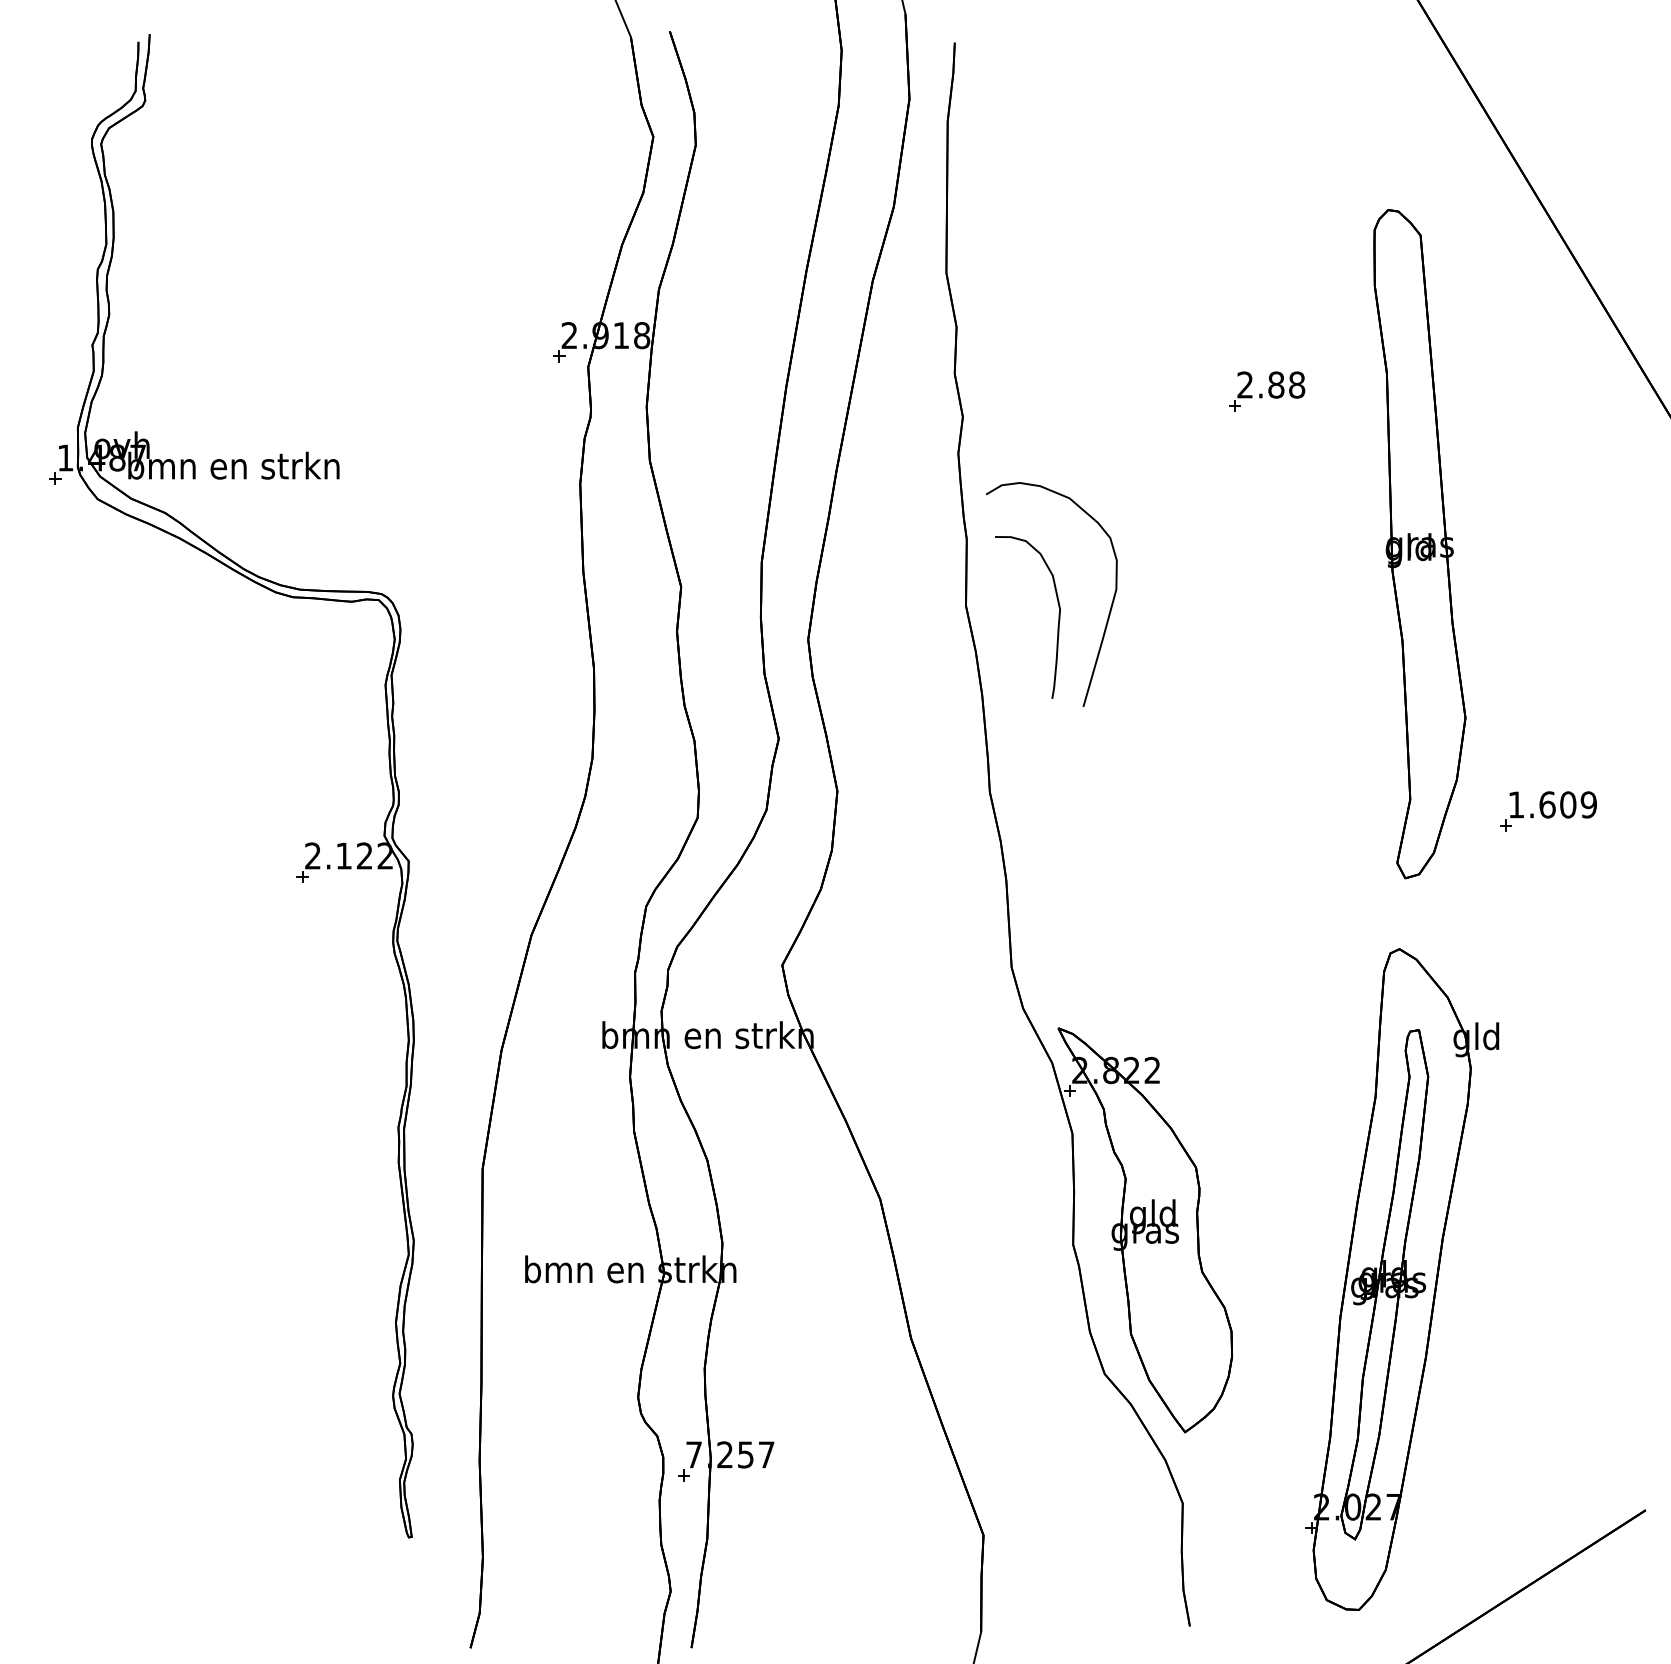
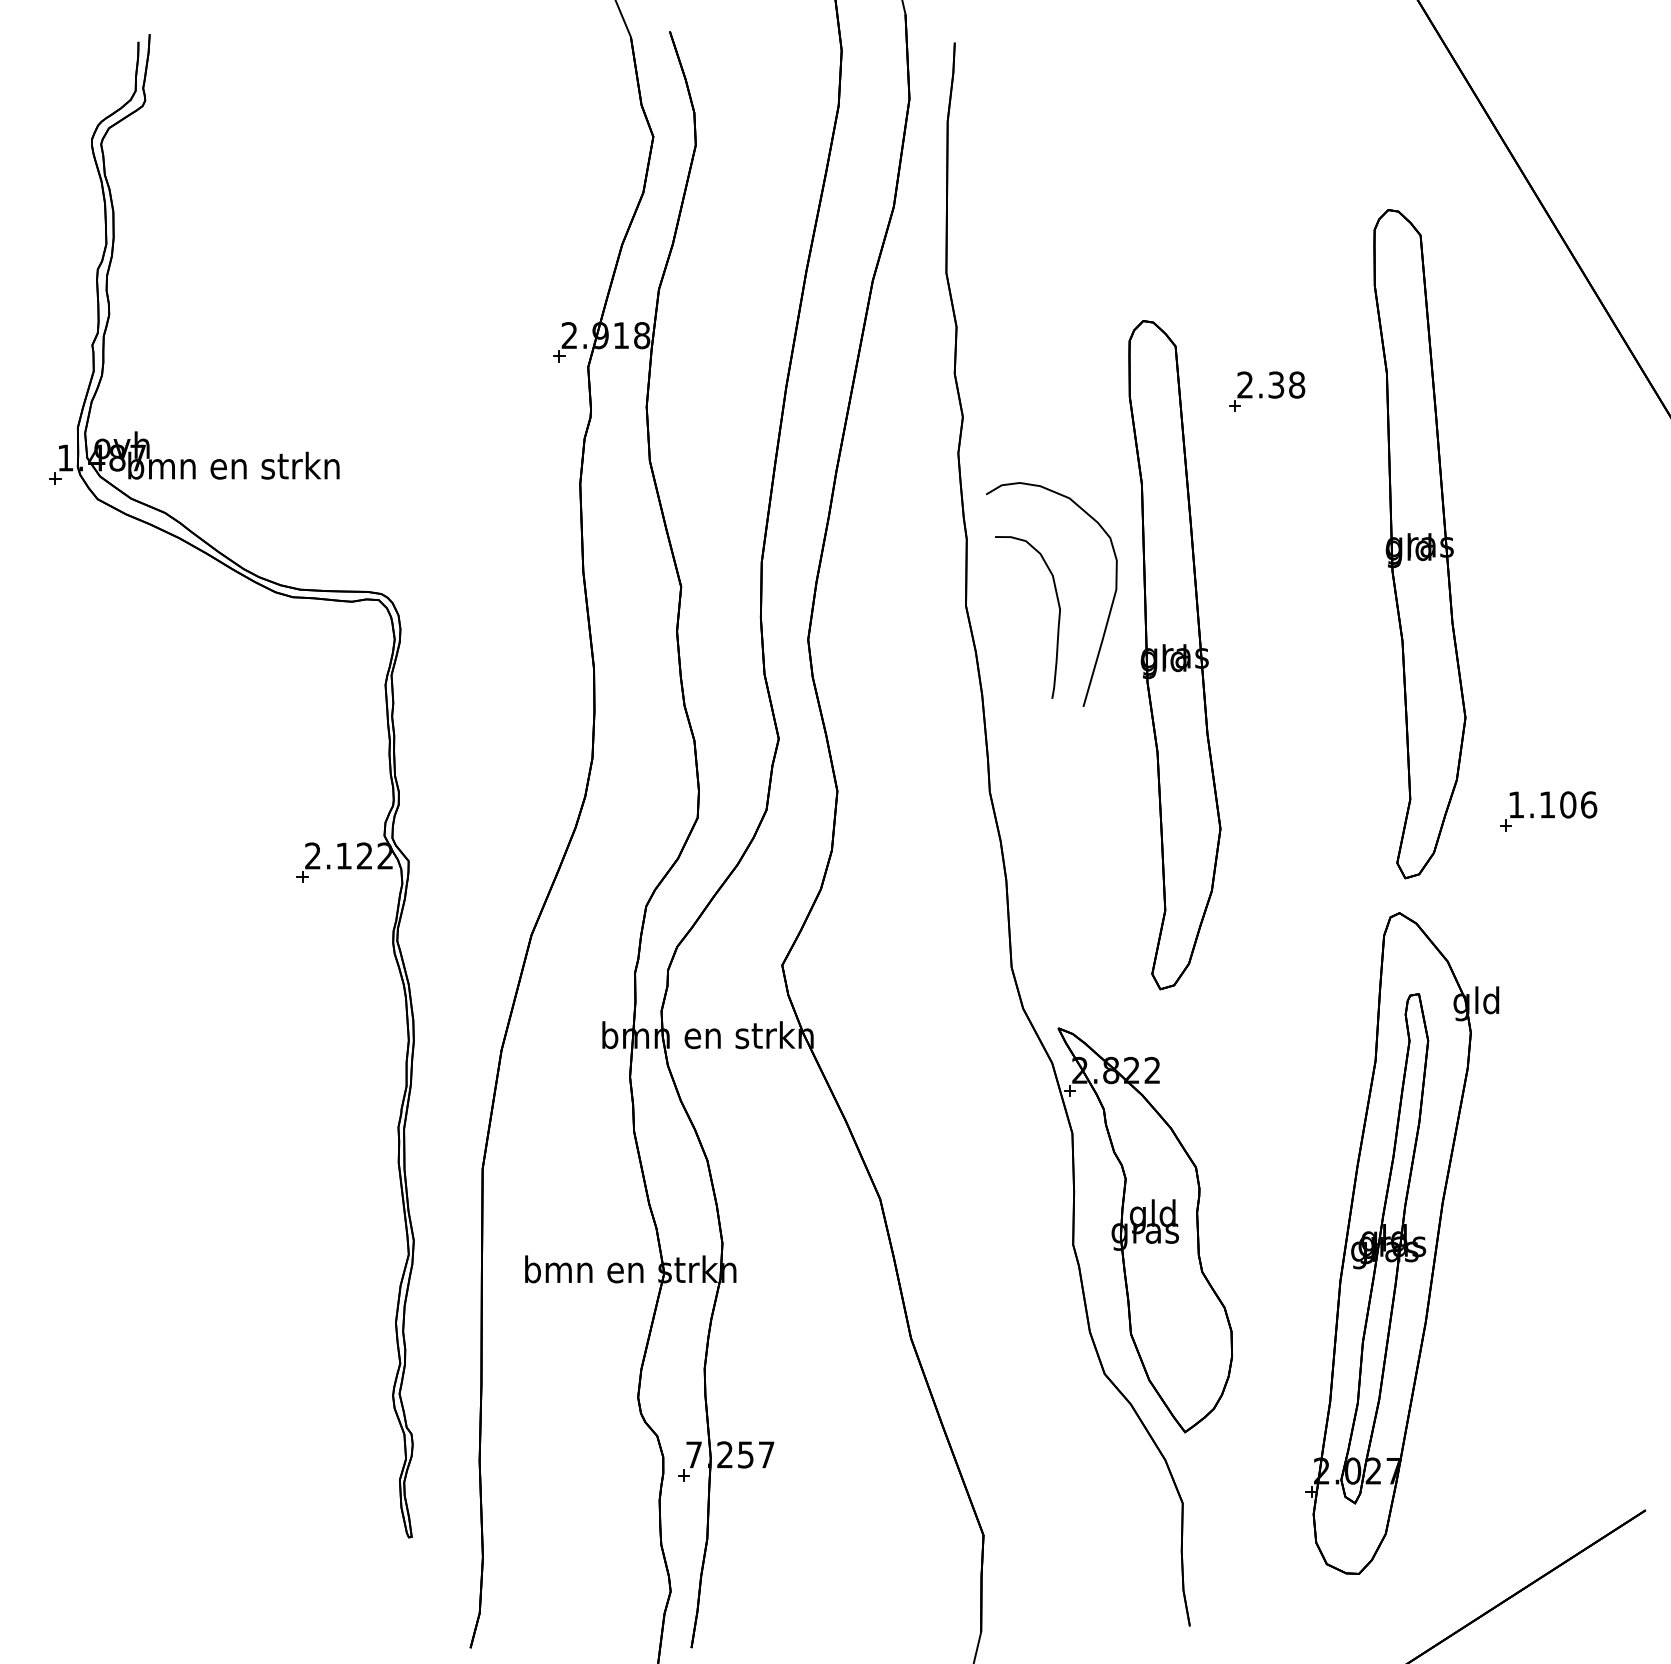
text at (1276, 384): 2.88 -> 2.38
part at (1174, 655): none -> present
text at (1568, 804): 1.609 -> 1.106
part at (1402, 1279) position: (1402, 1279) -> (1402, 1243)
